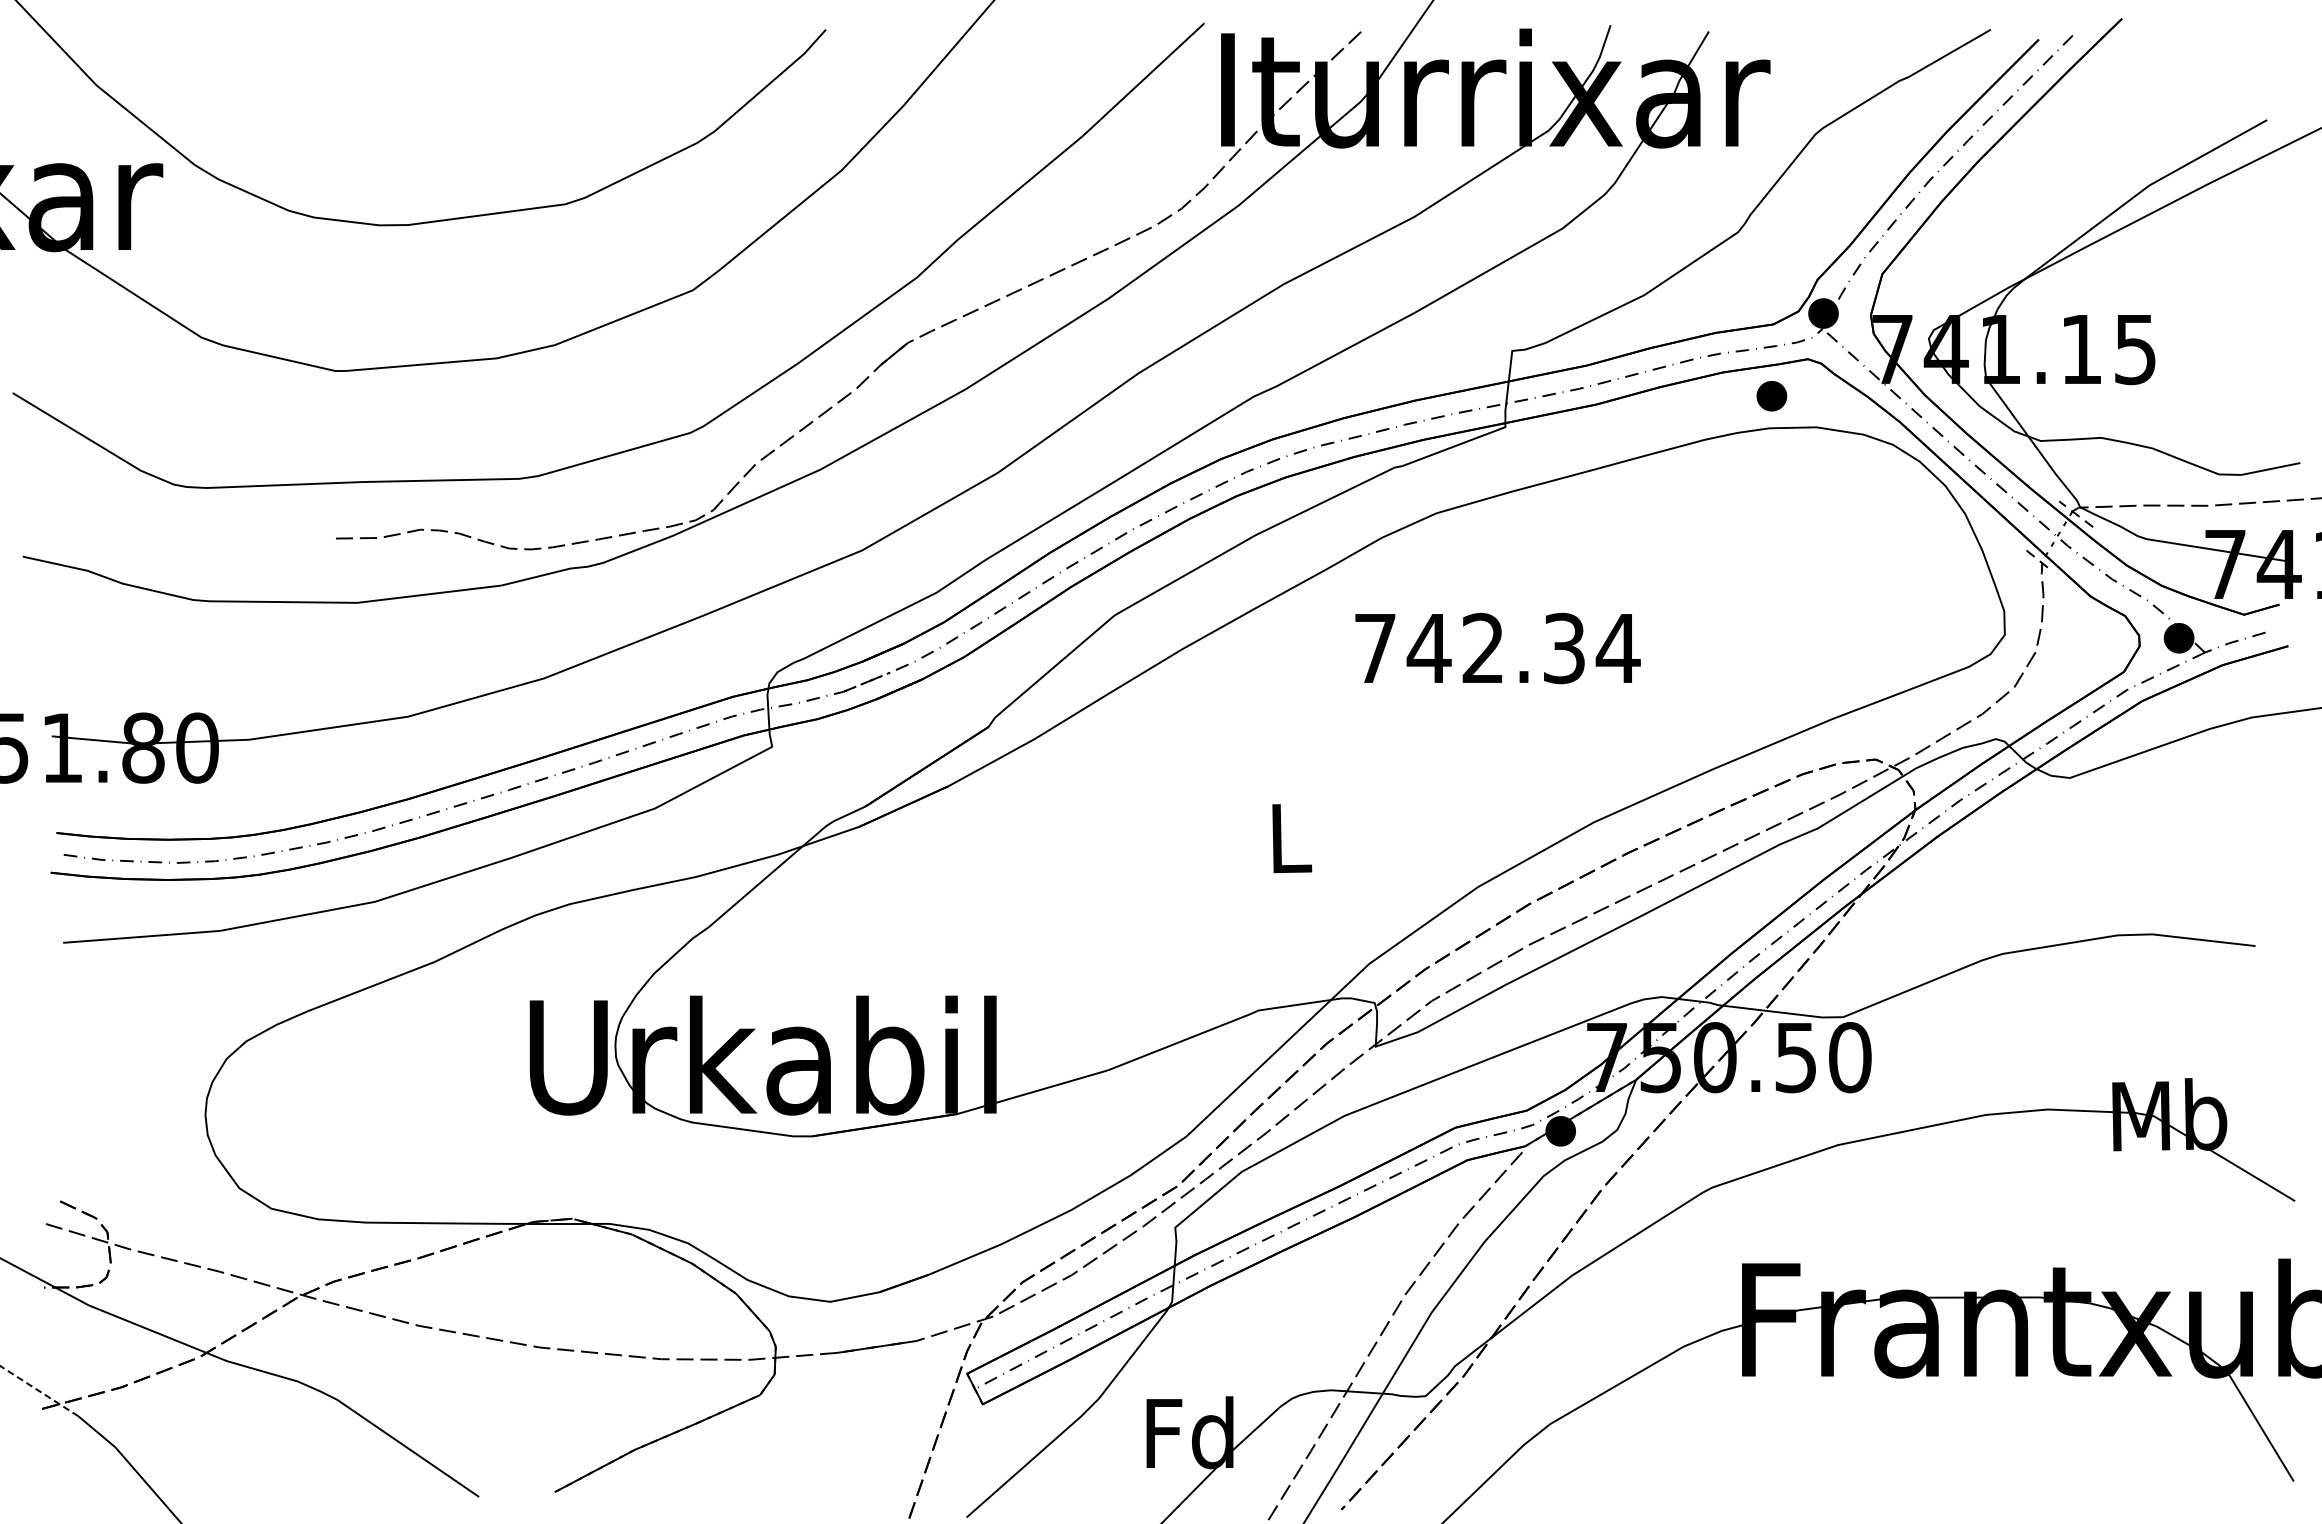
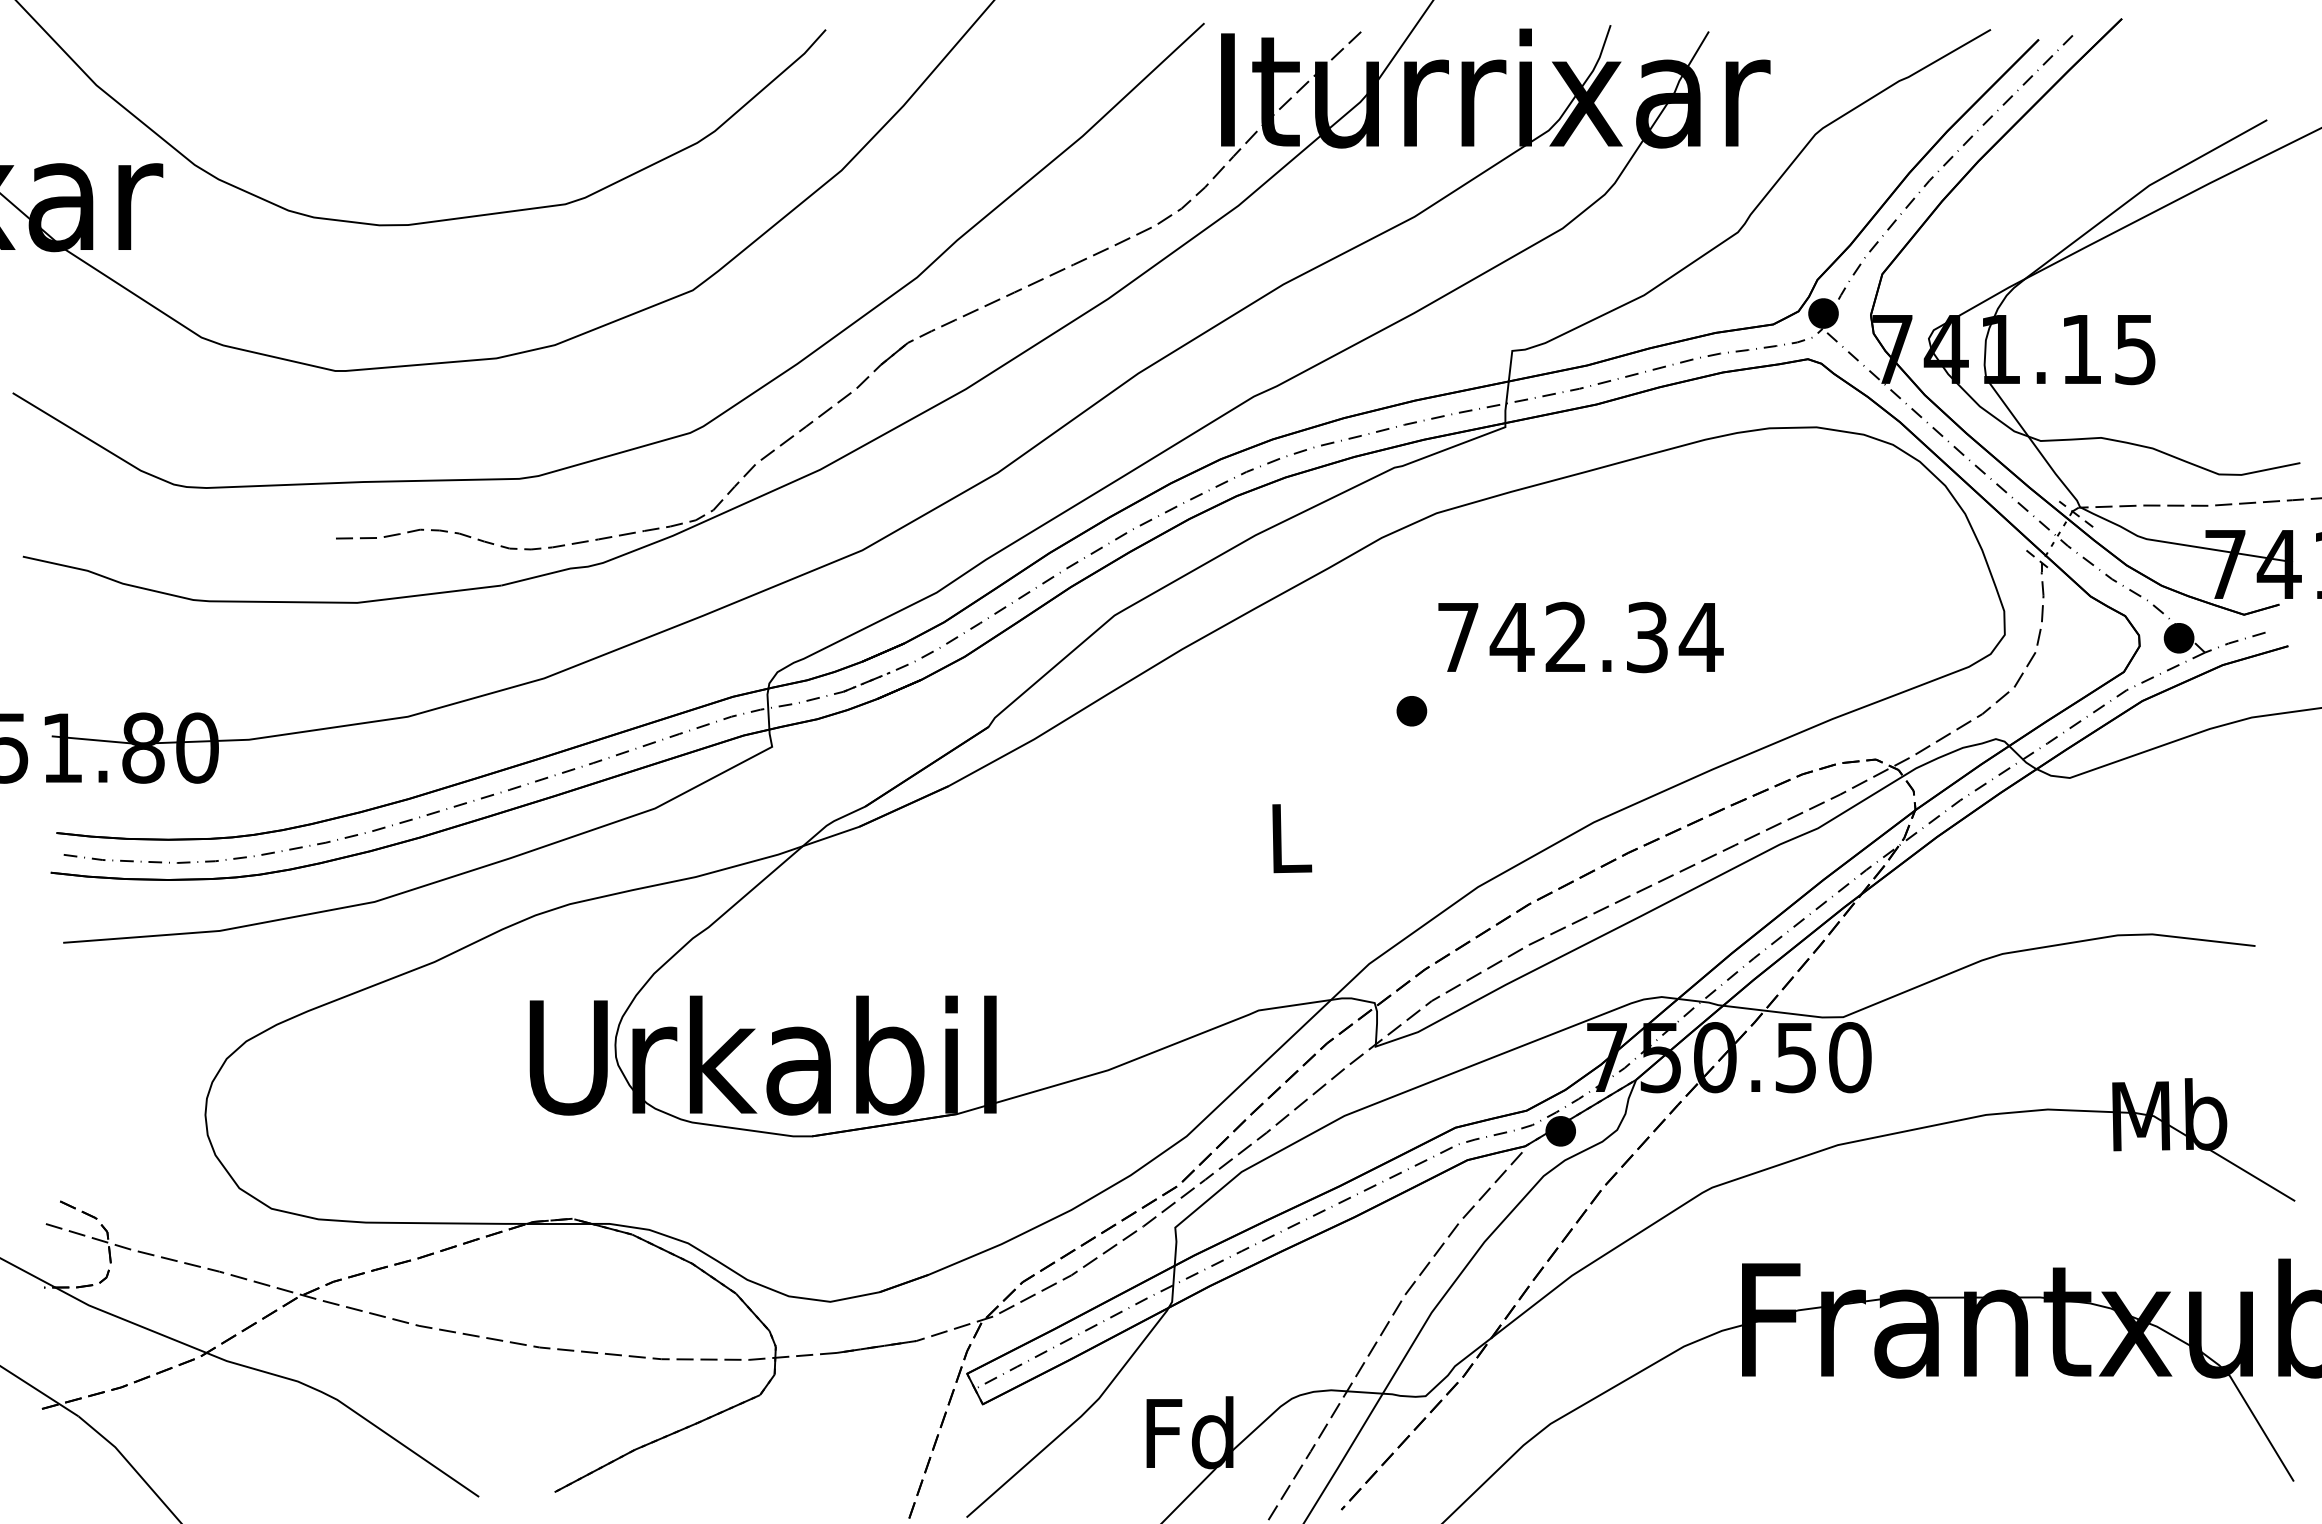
part at (1771, 396) position: (1771, 396) -> (1411, 711)
text at (1497, 648) position: (1497, 648) -> (1580, 637)
line at (39, 1391): dashed -> solid
